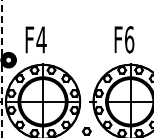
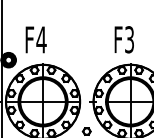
line at (1, 28): dashed -> solid
text at (129, 39): F6 -> F3
line at (1, 101): dashed -> solid
